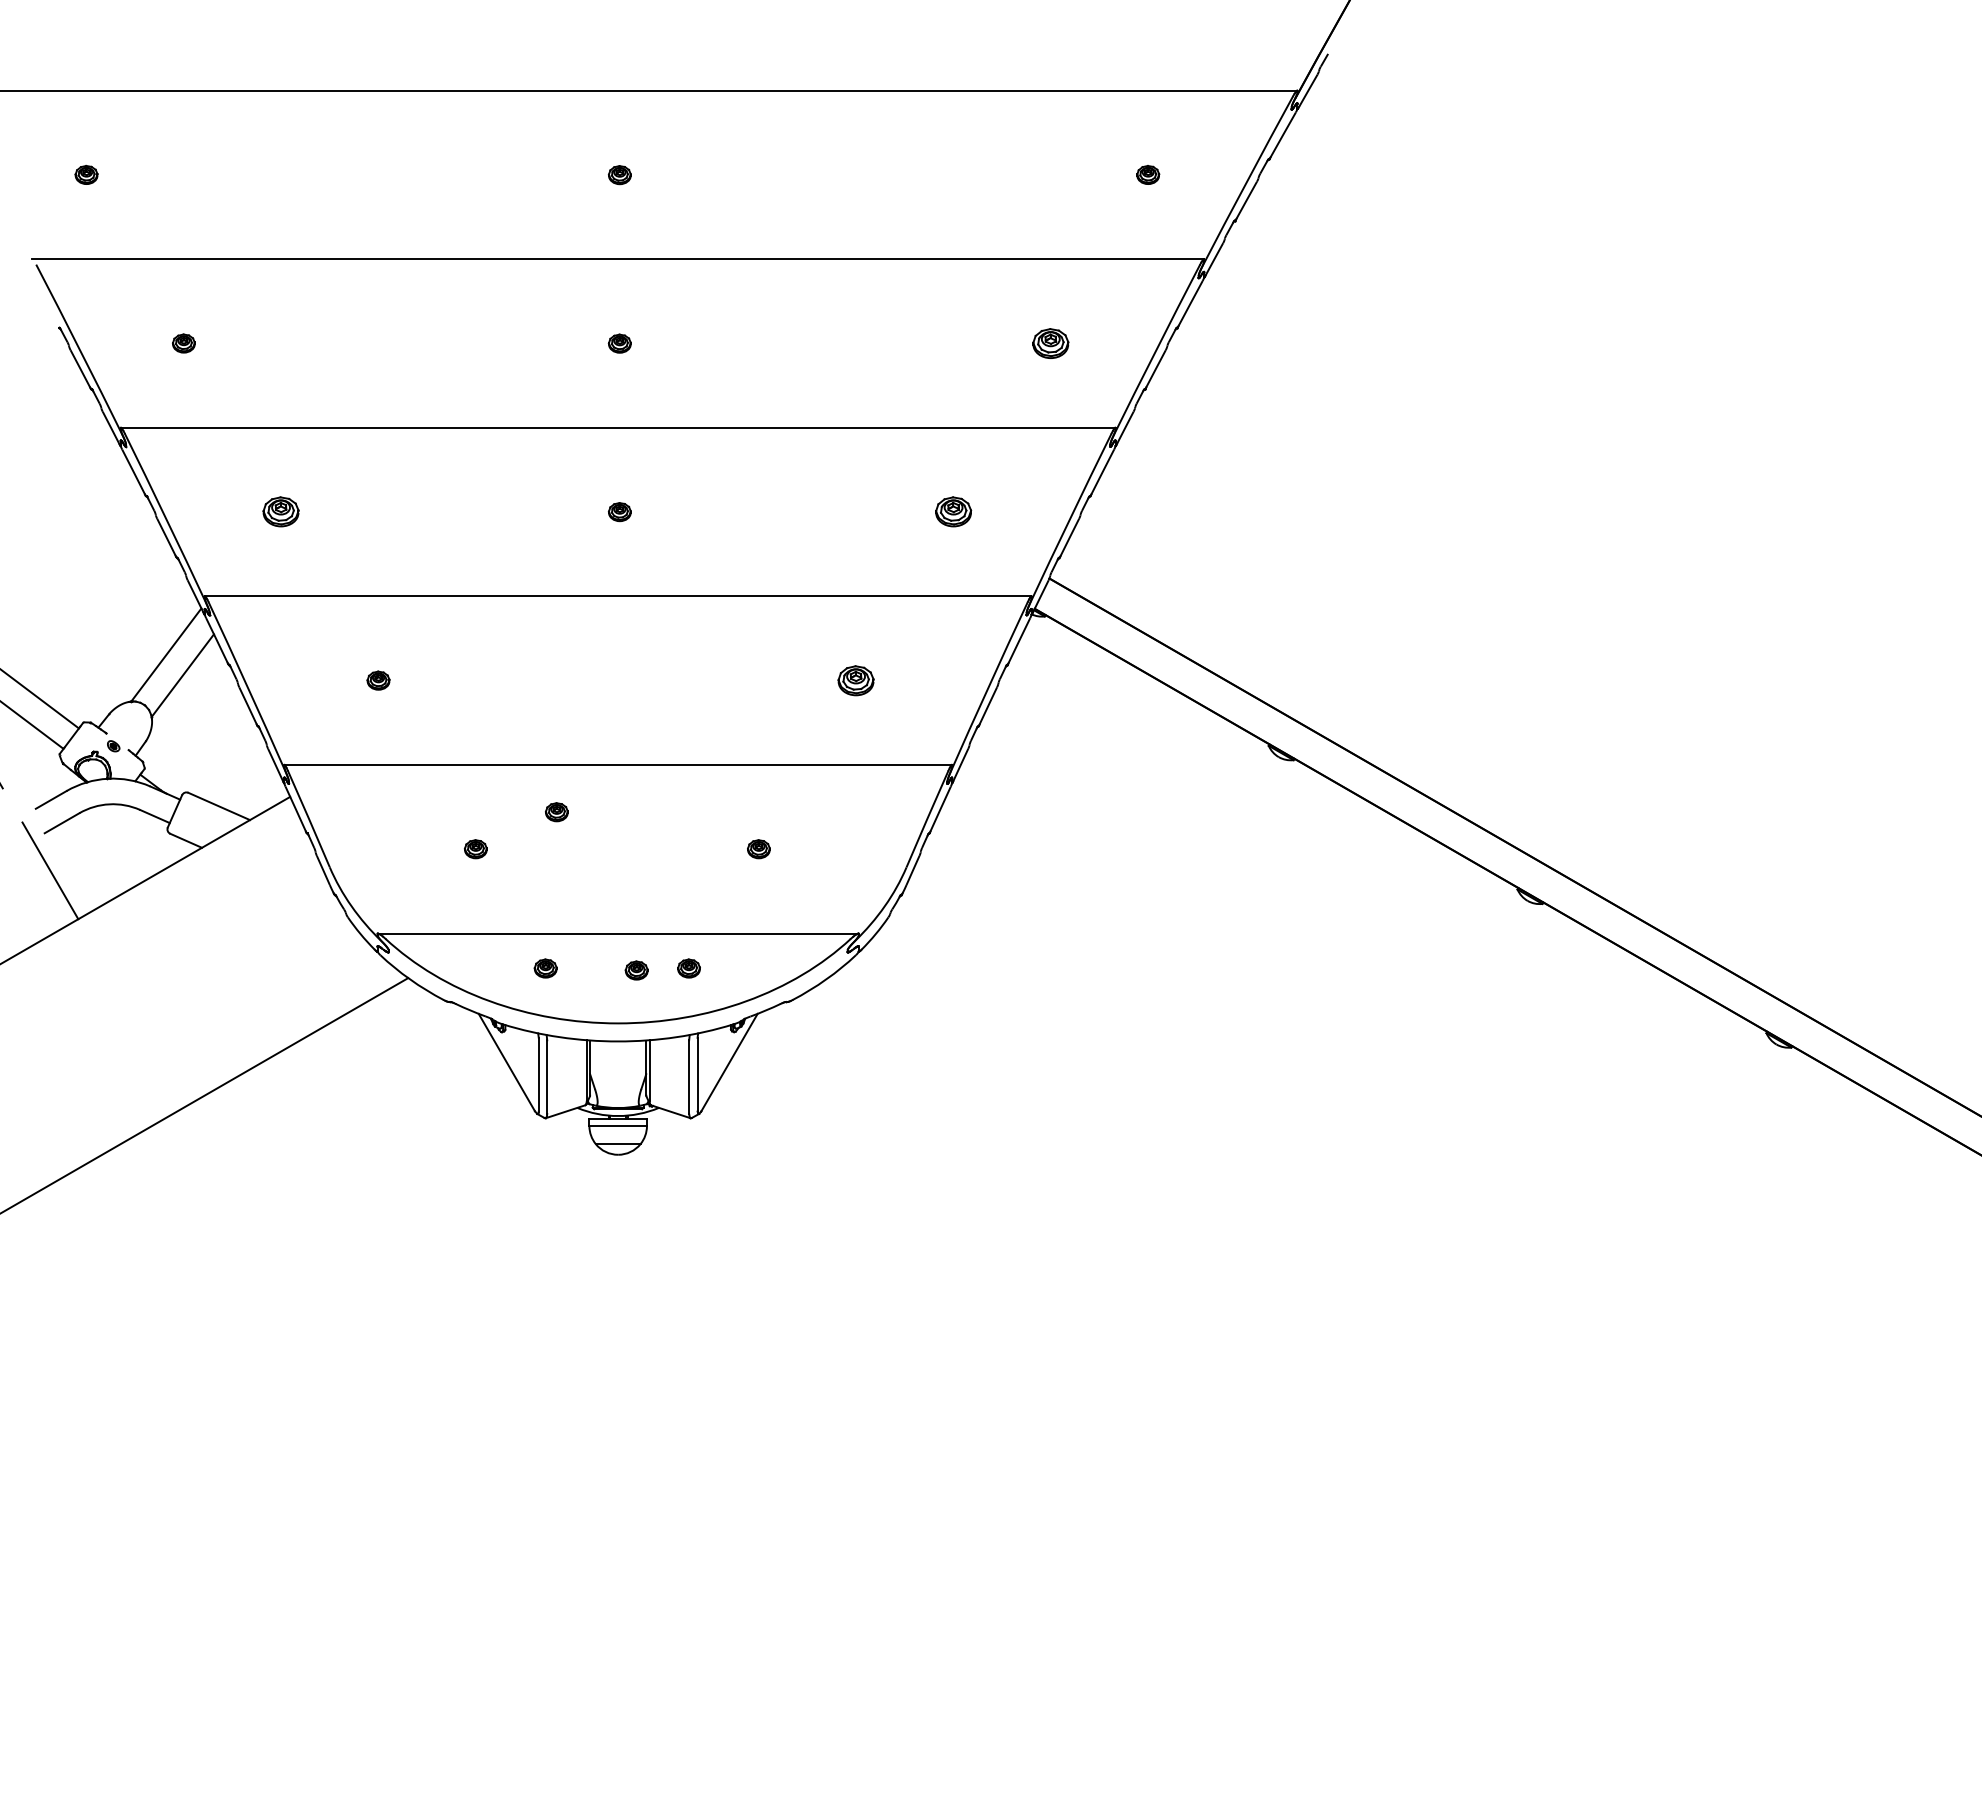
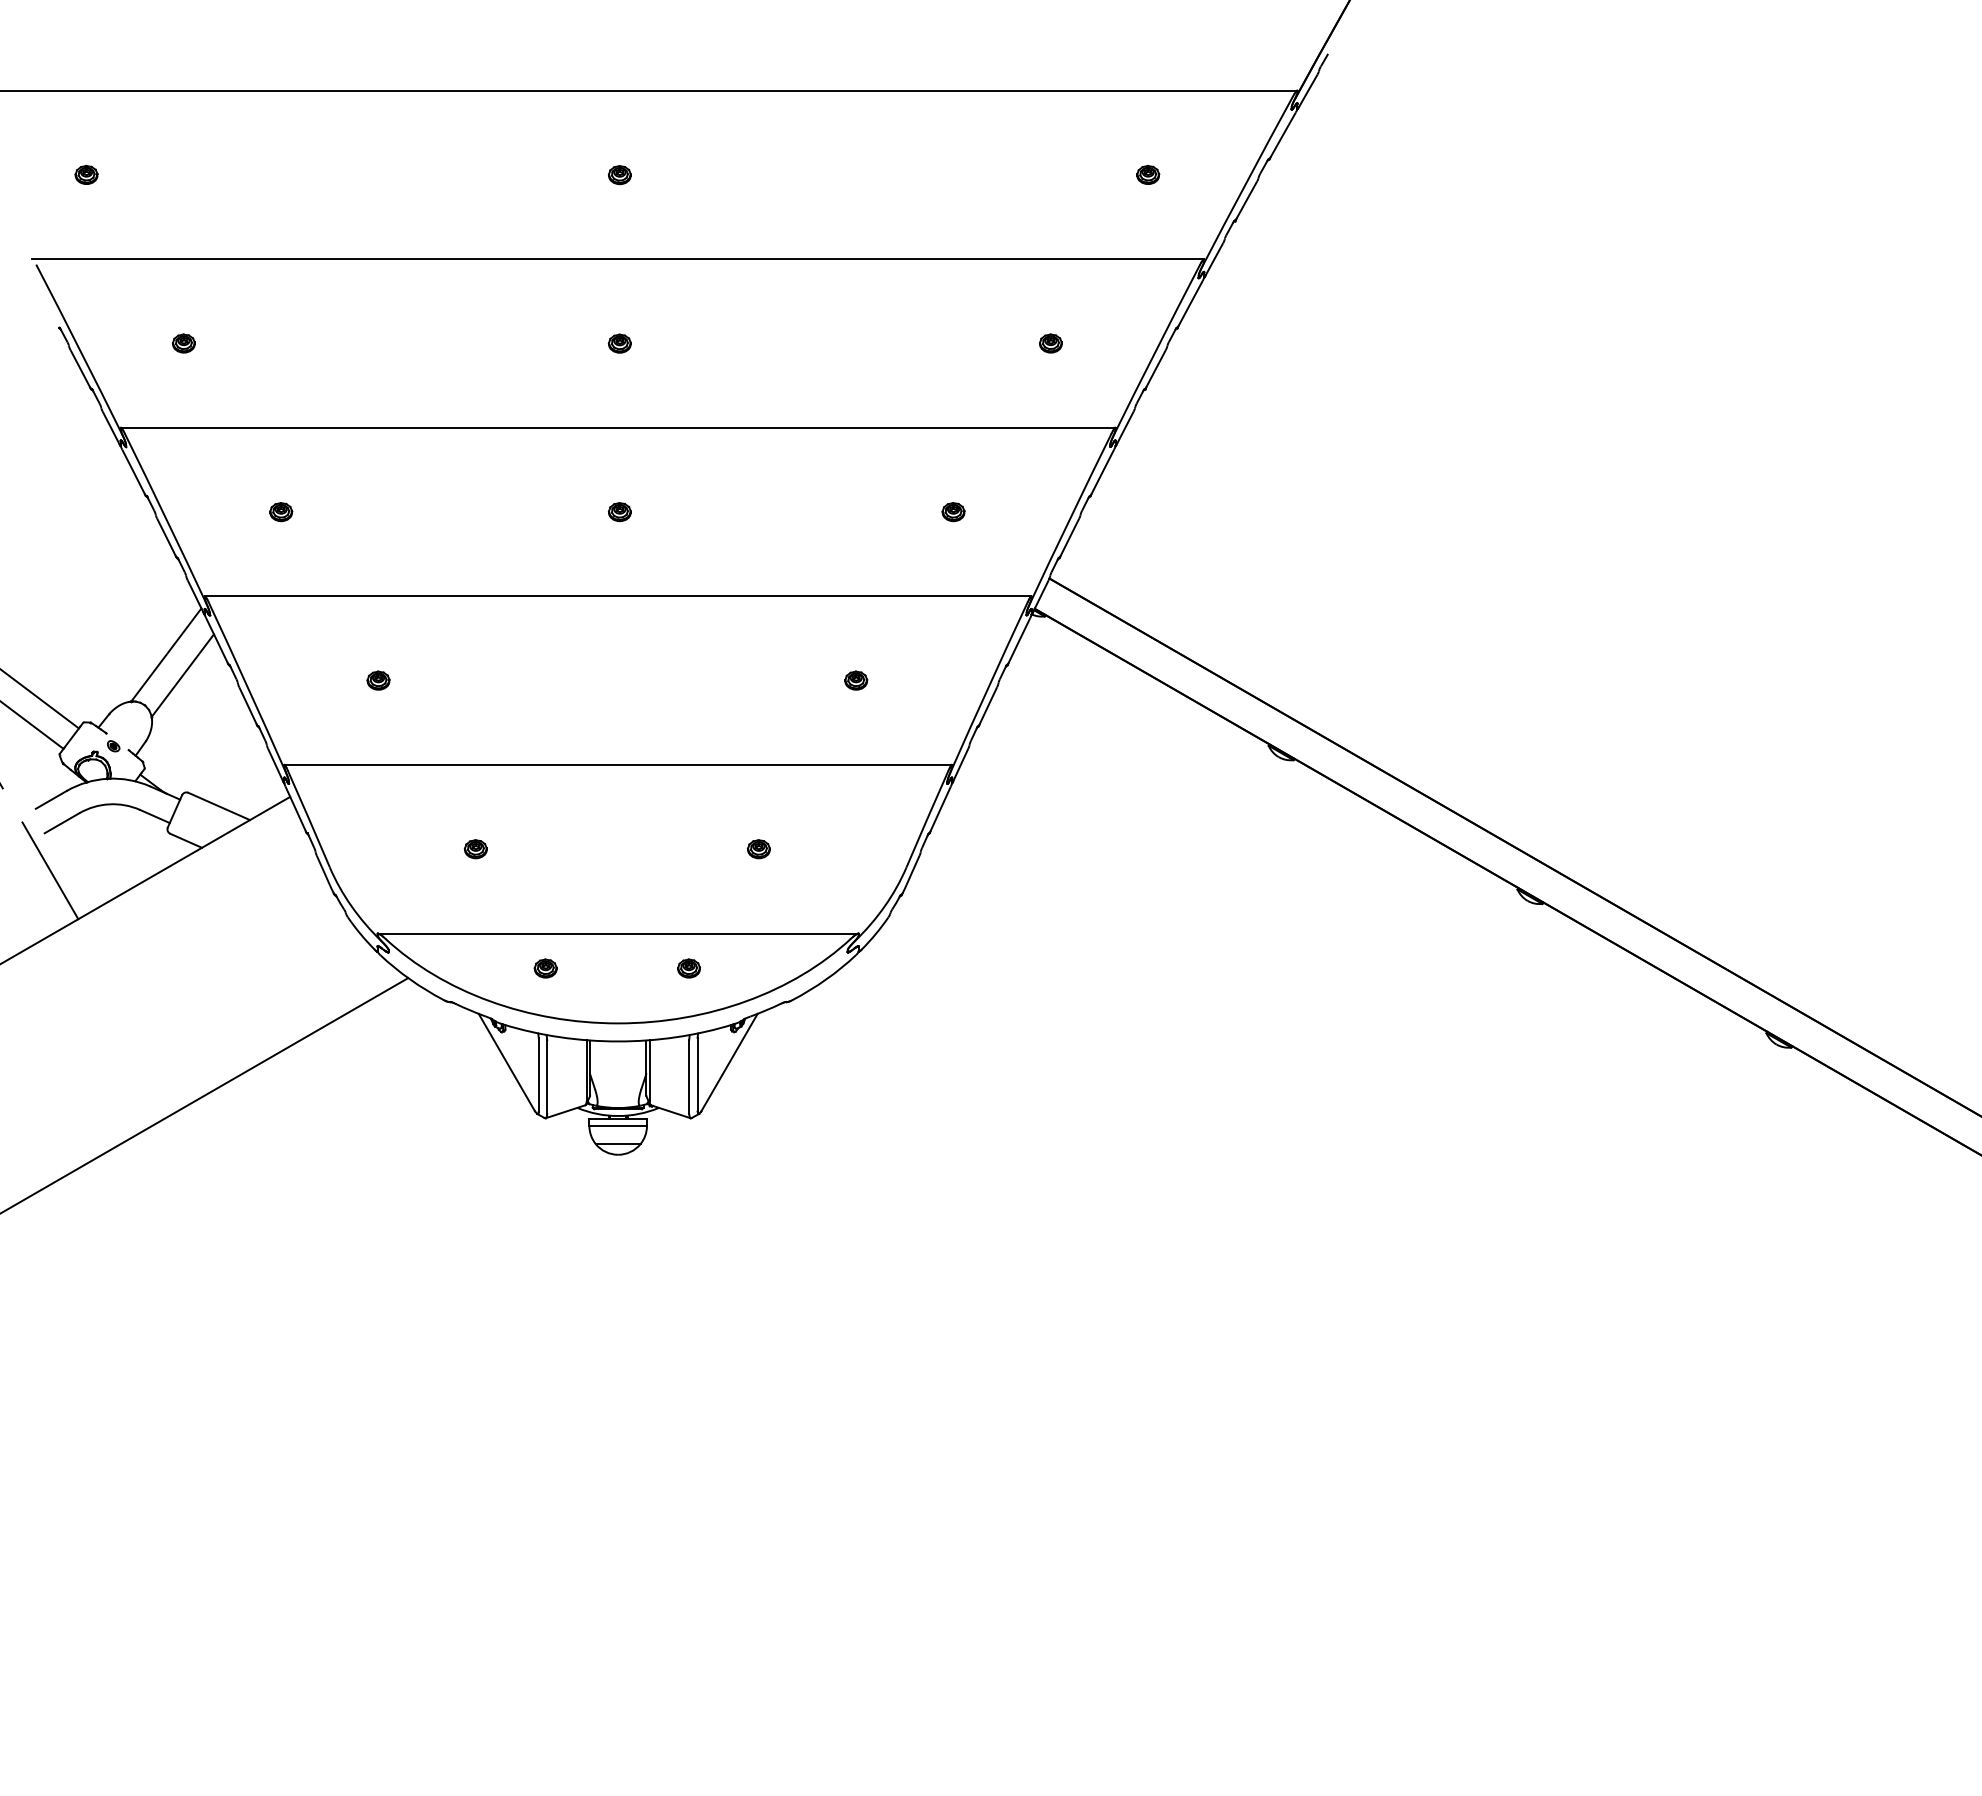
part at (1050, 343) size: 38x31 px -> 24x21 px
part at (280, 511) size: 38x32 px -> 25x21 px
part at (953, 511) size: 38x32 px -> 25x21 px
part at (855, 680) size: 38x32 px -> 25x21 px
part at (556, 812): present -> none
part at (636, 970): present -> none
